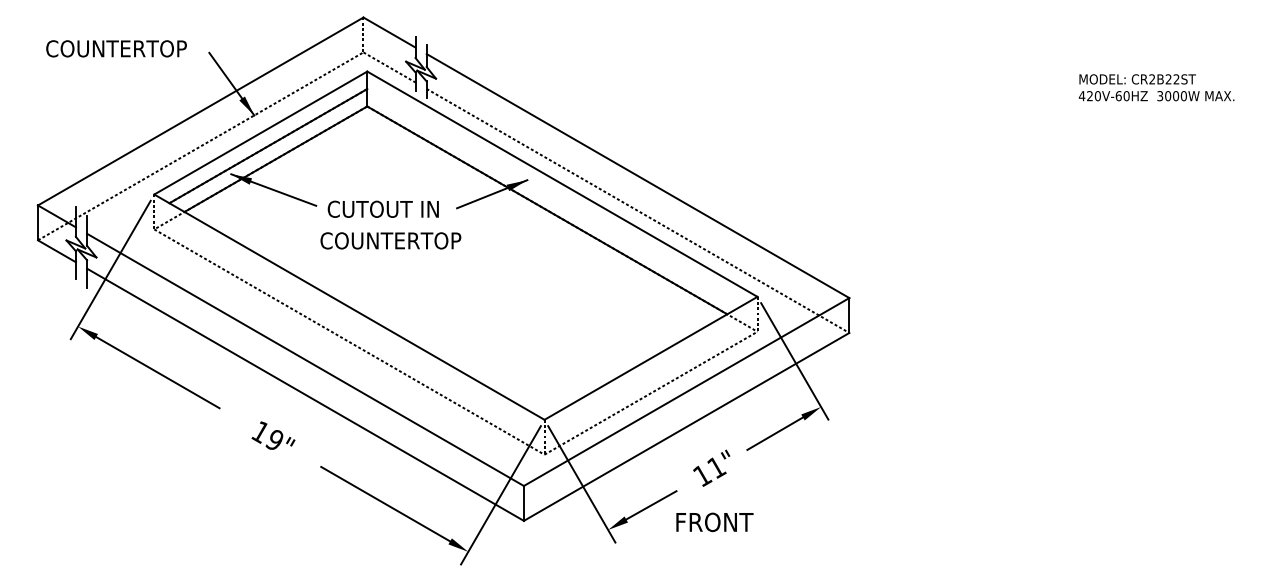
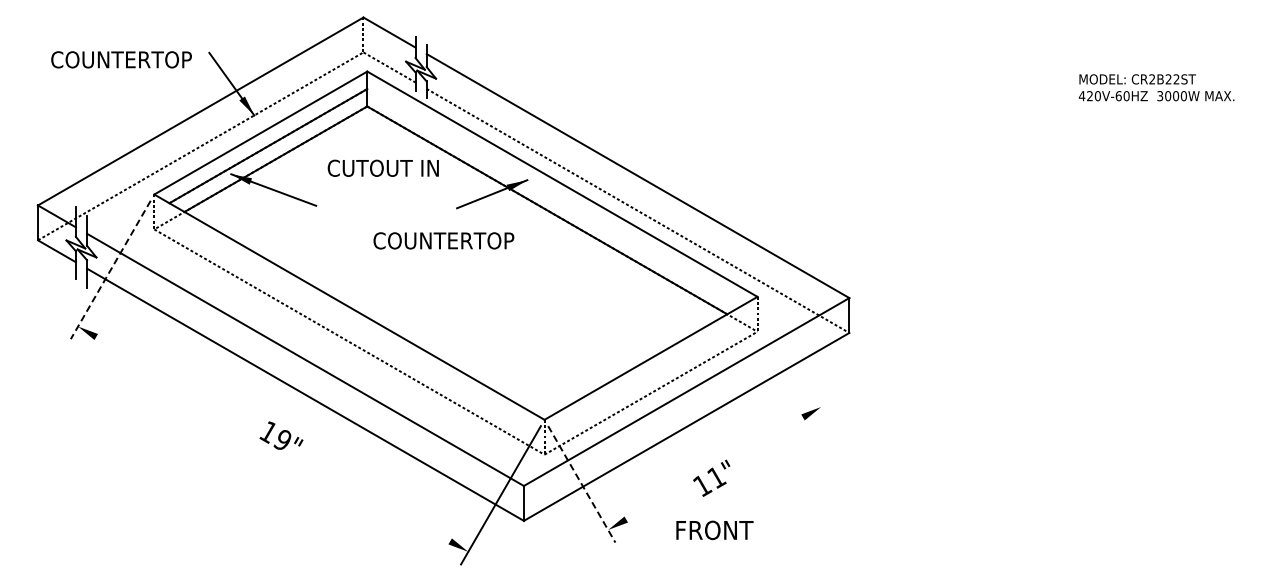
text at (116, 48) position: (116, 48) -> (121, 59)
text at (382, 208) position: (382, 208) -> (382, 167)
text at (390, 240) position: (390, 240) -> (443, 240)
line at (110, 270): solid -> dashed
line at (794, 361): present -> none
line at (157, 372): present -> none
line at (774, 433): present -> none
text at (273, 435) position: (273, 435) -> (281, 435)
text at (711, 467) position: (711, 467) -> (711, 477)
line at (582, 484): solid -> dashed
line at (385, 503): present -> none
line at (651, 505): present -> none
text at (714, 522) position: (714, 522) -> (714, 530)
